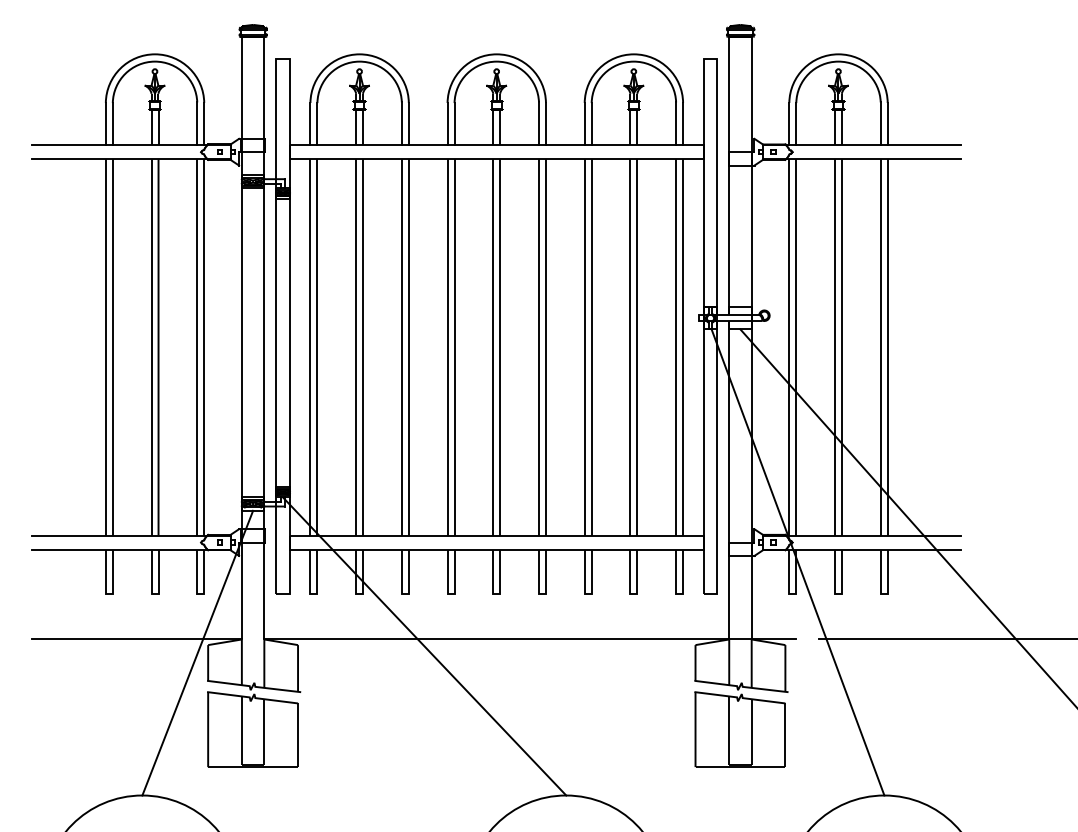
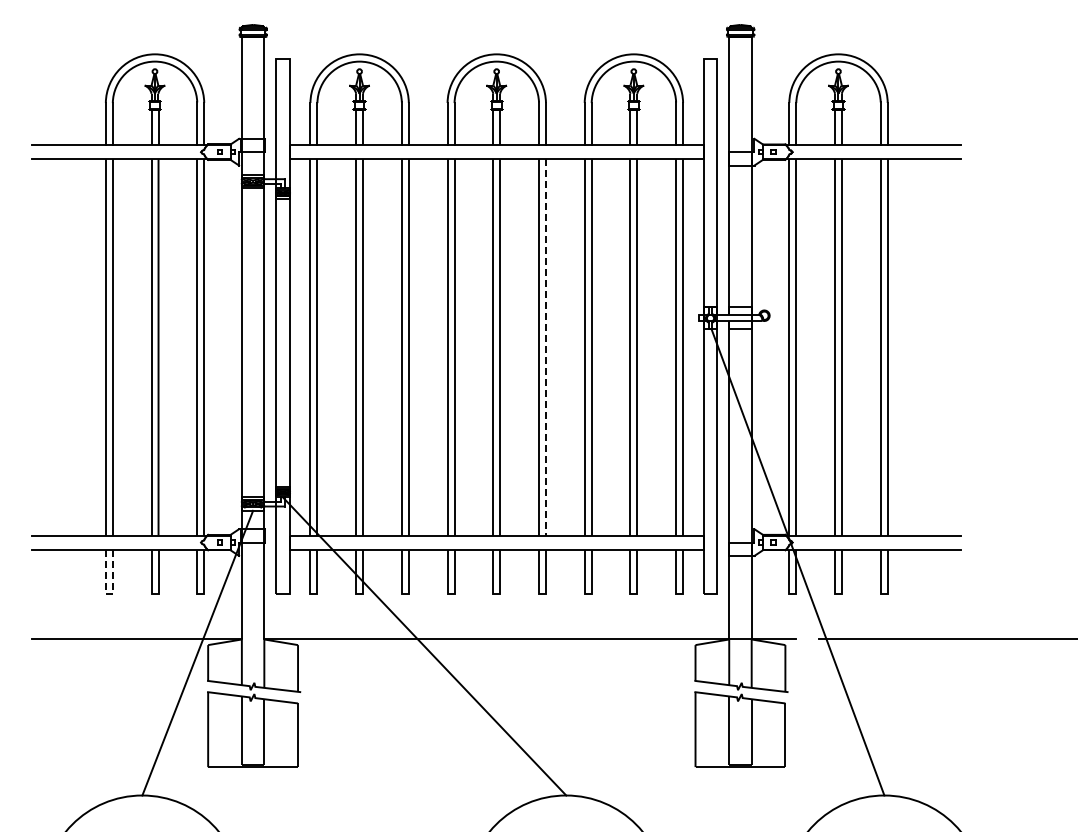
line at (545, 347): solid -> dashed
line at (907, 516): present -> none
line at (108, 593): solid -> dashed
